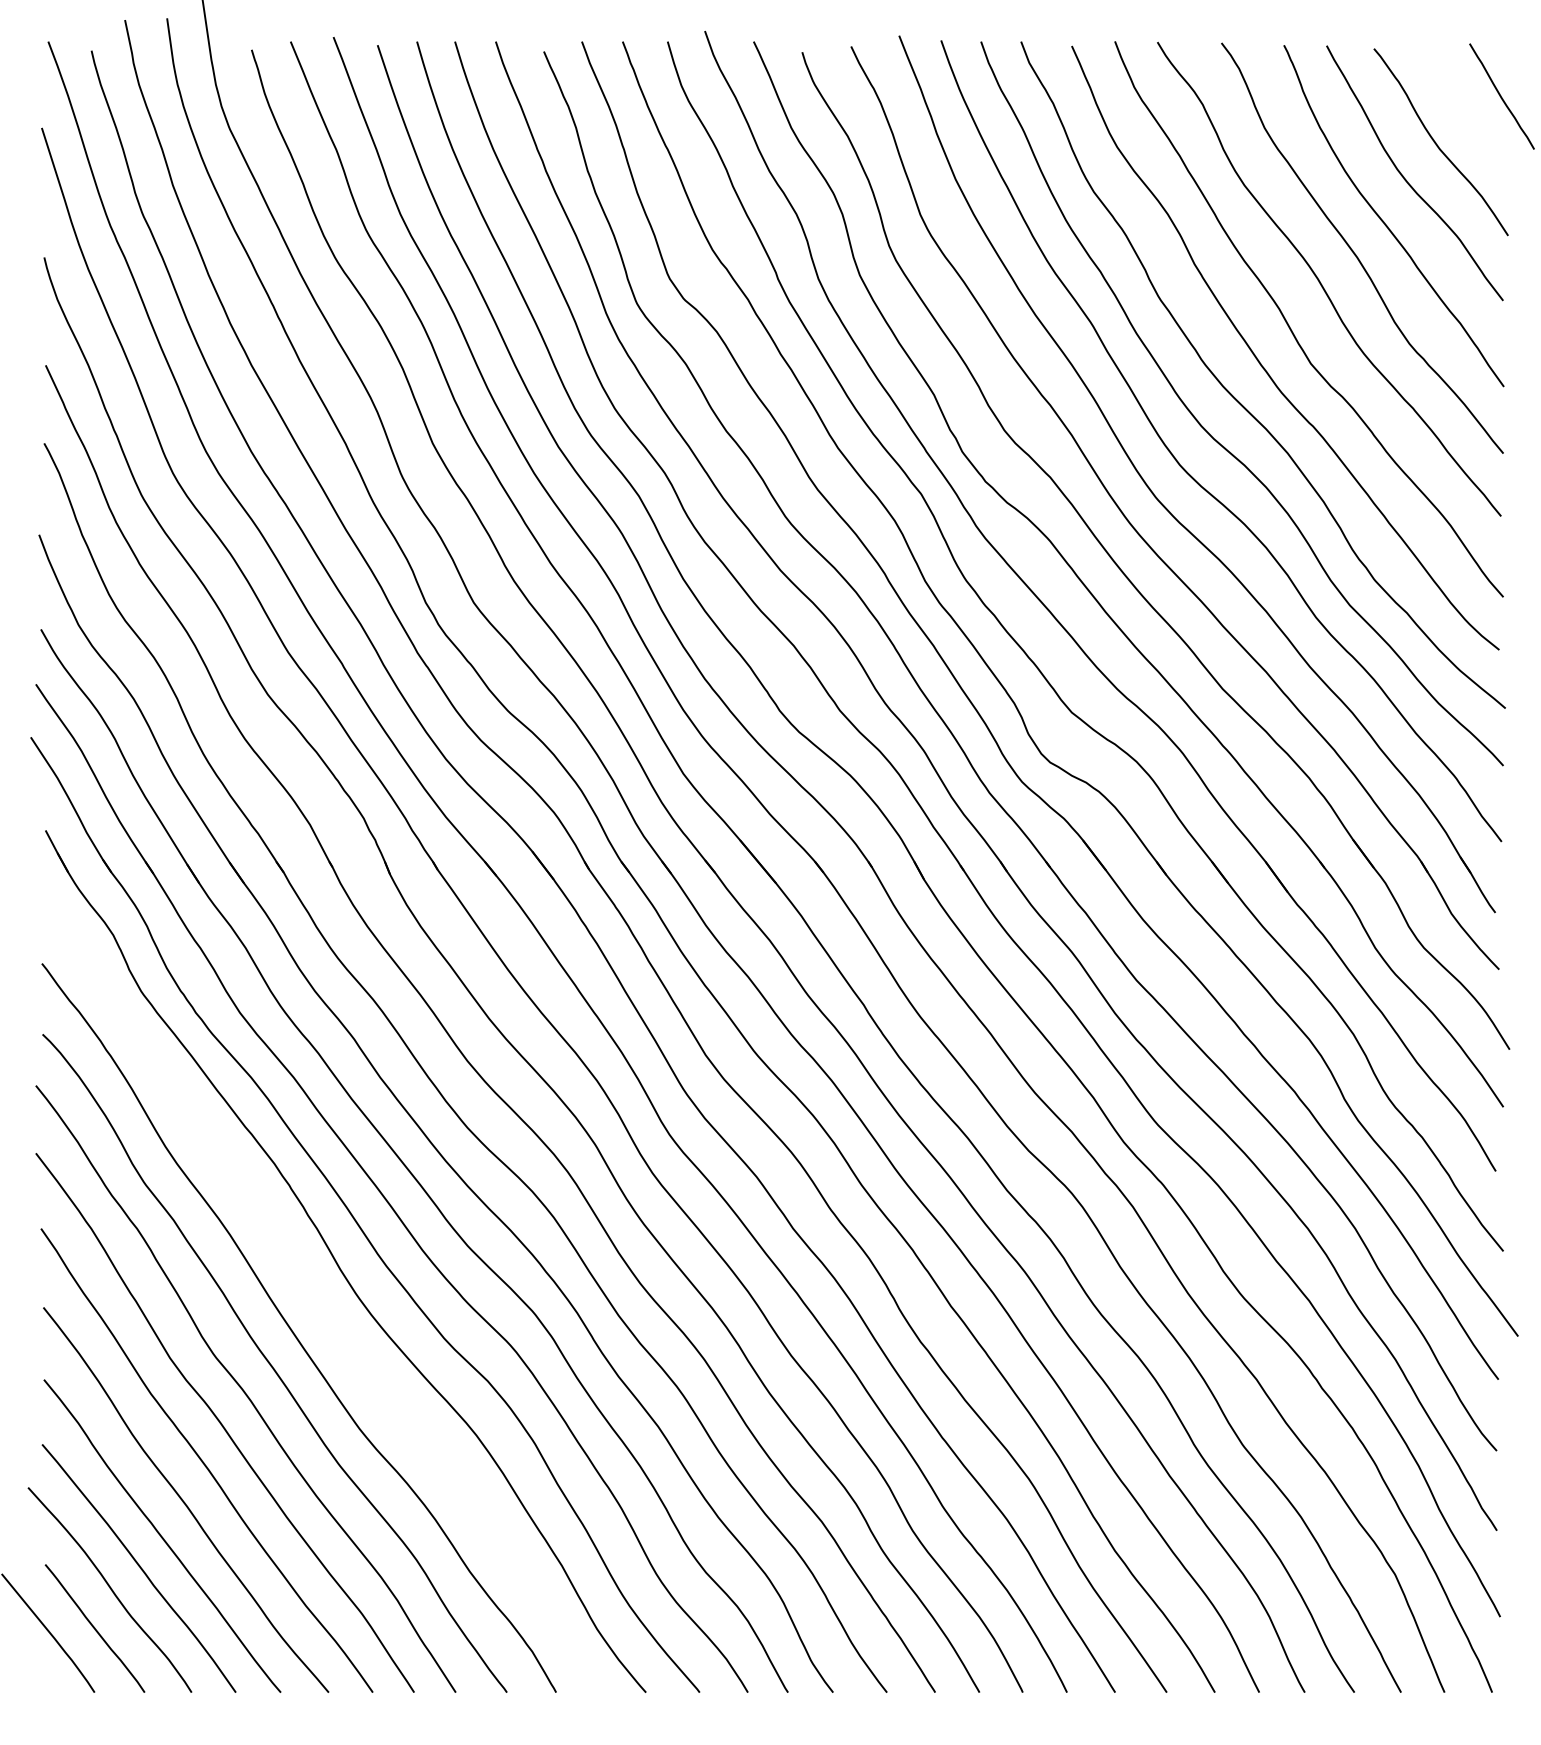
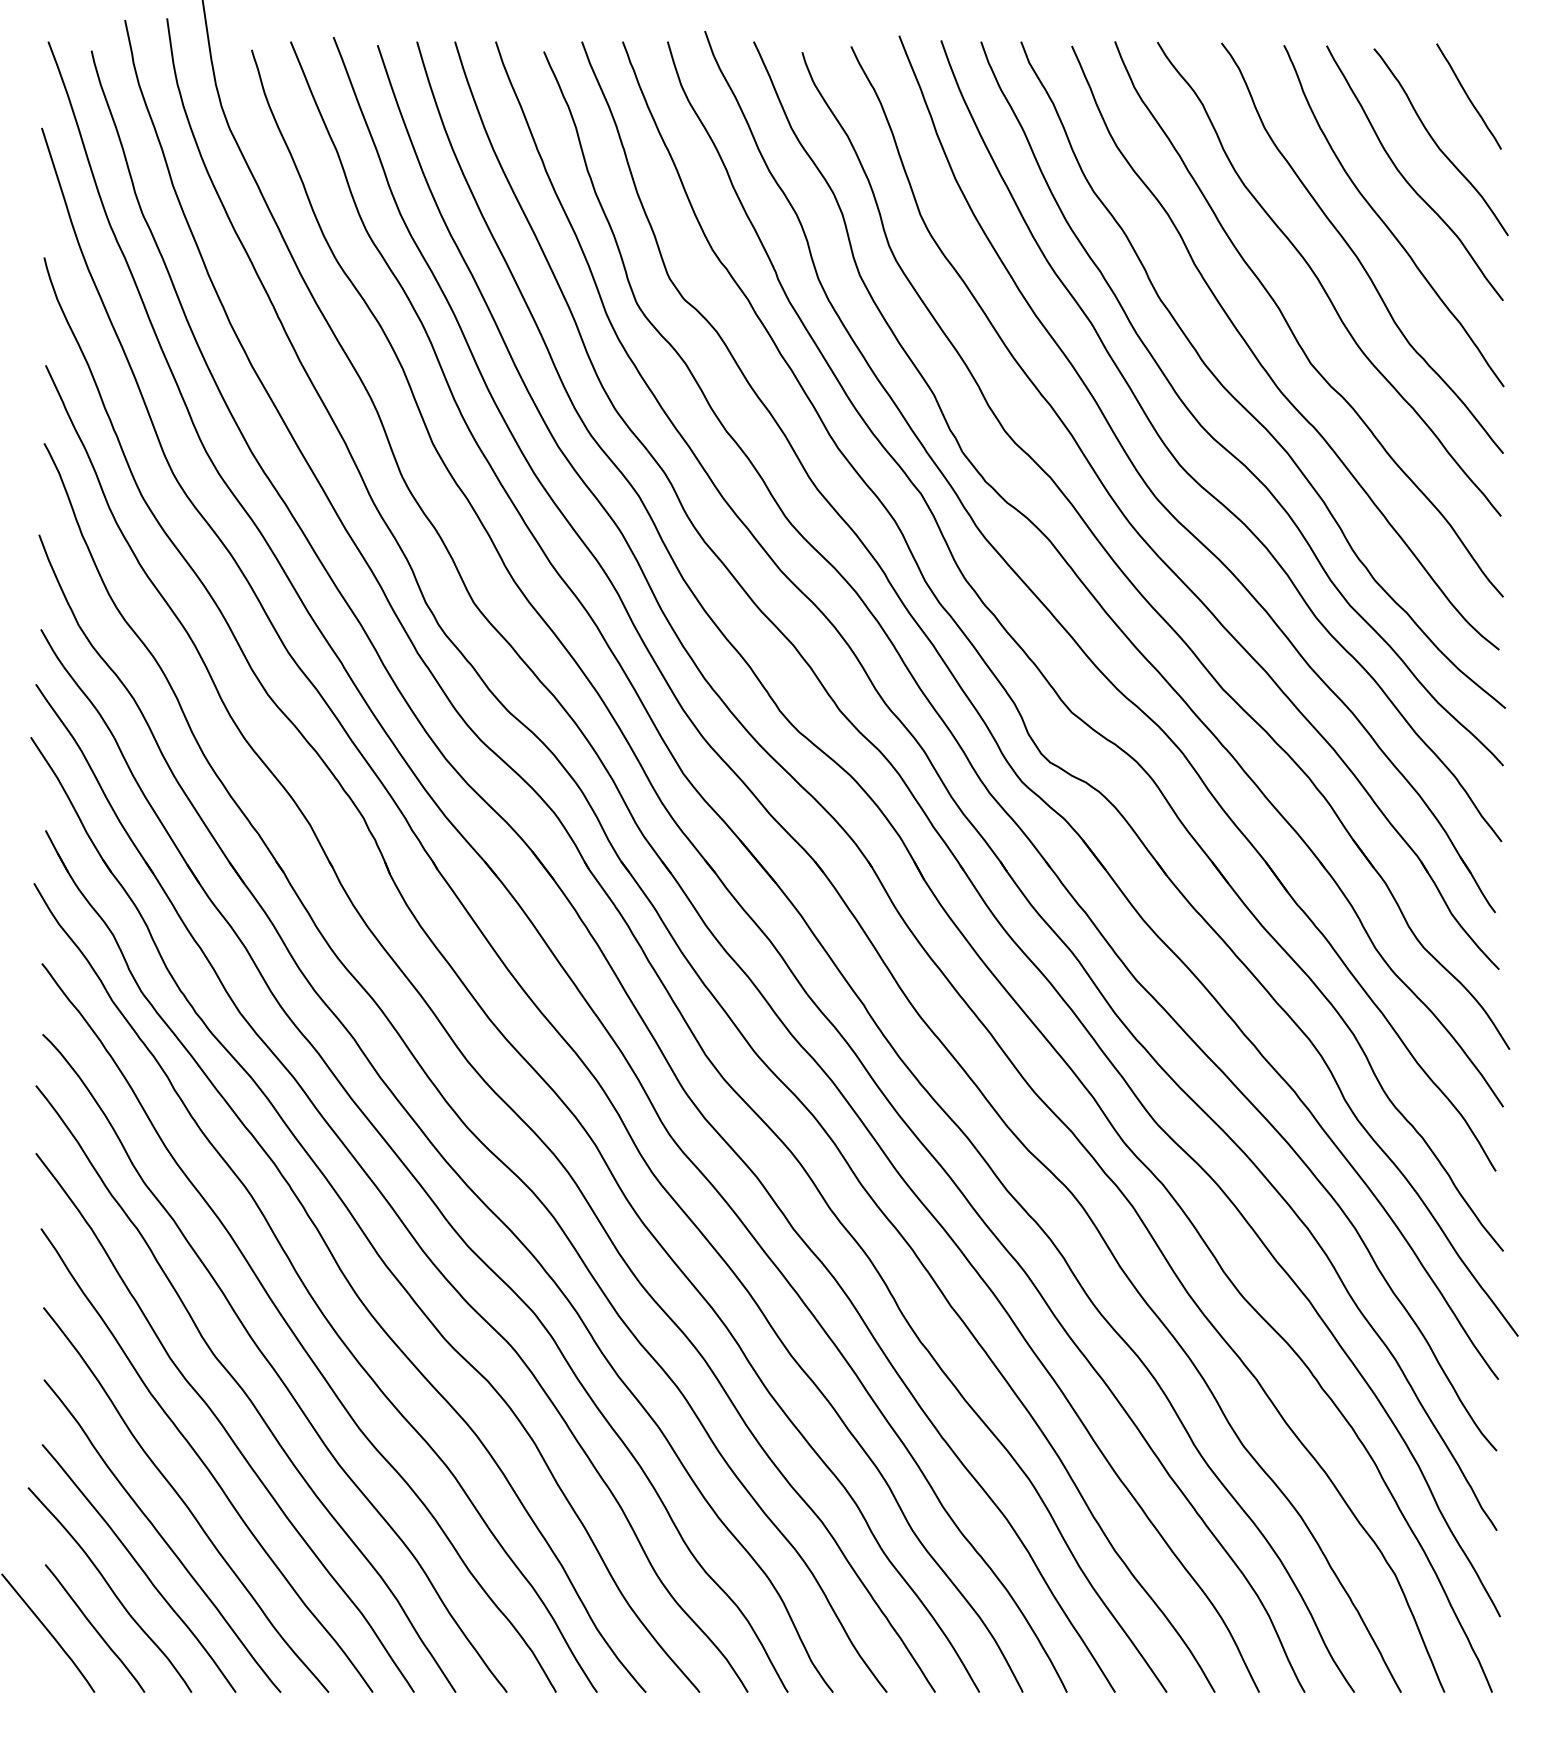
curve at (1501, 96) position: (1501, 96) -> (1468, 96)
curve at (309, 1291): none -> present
